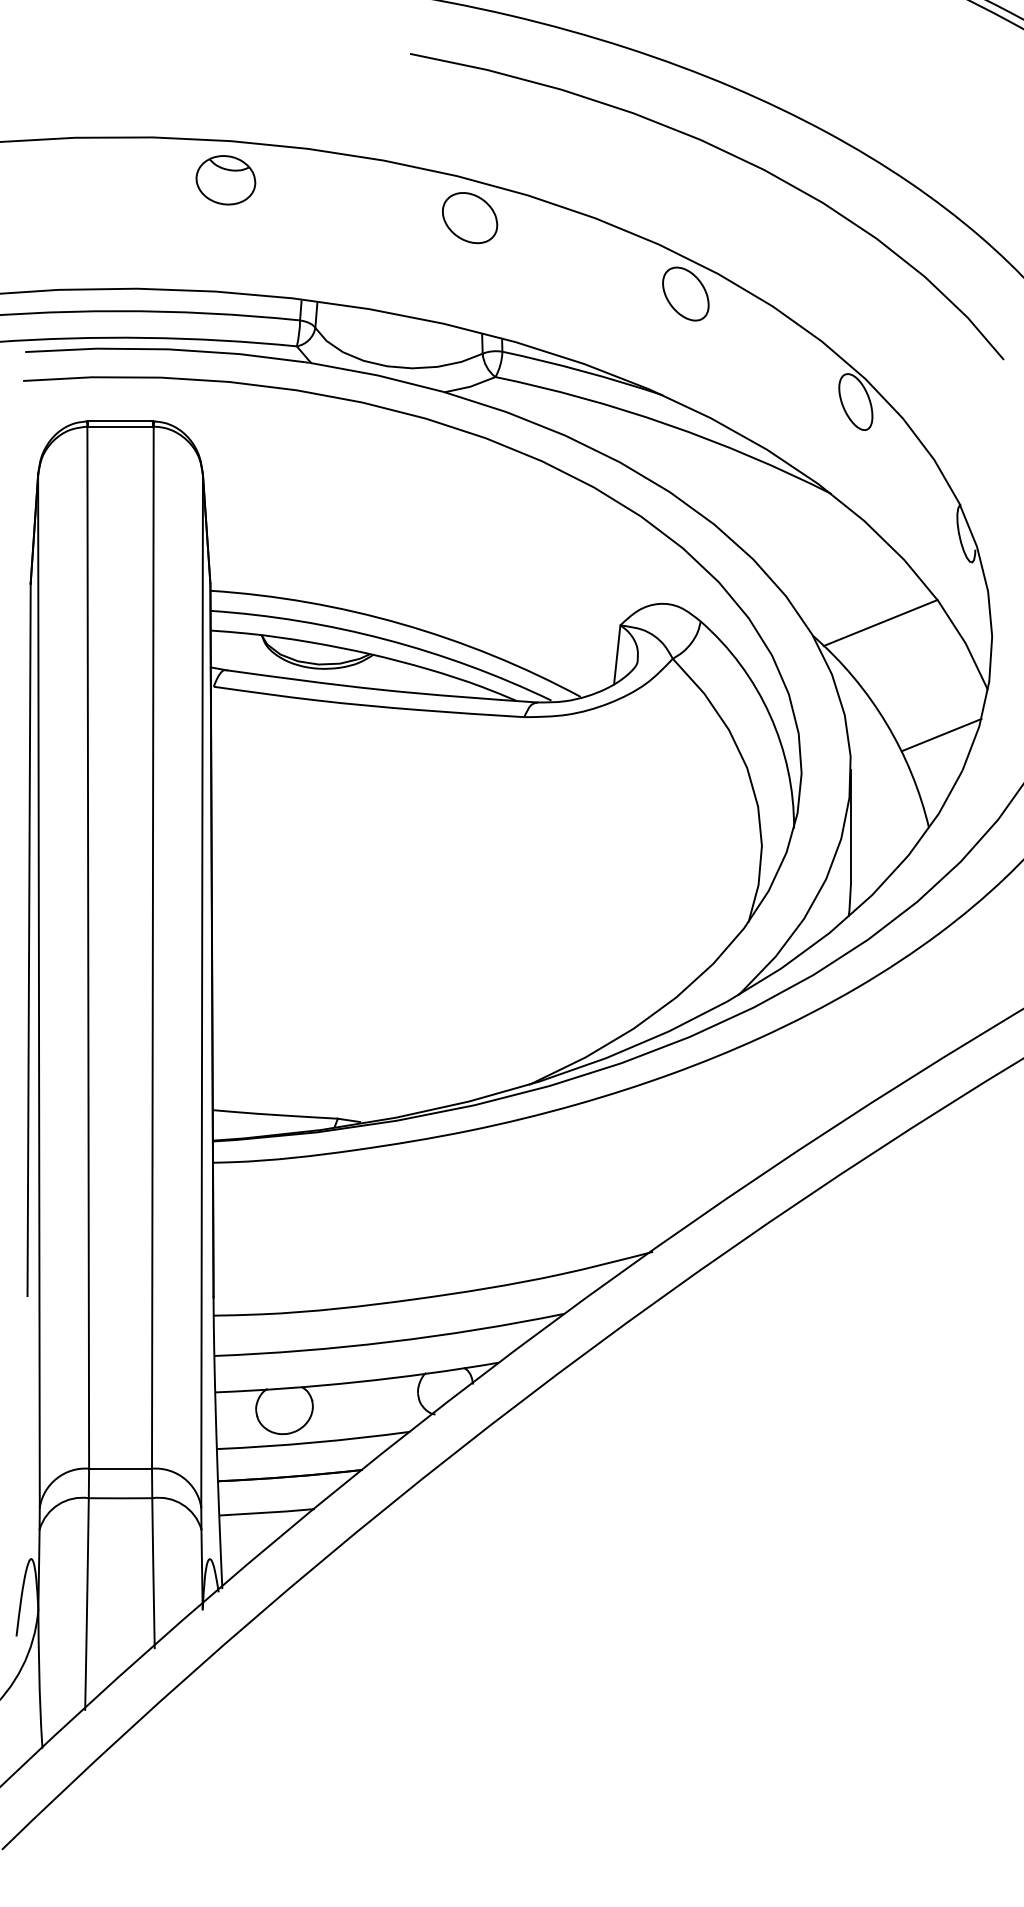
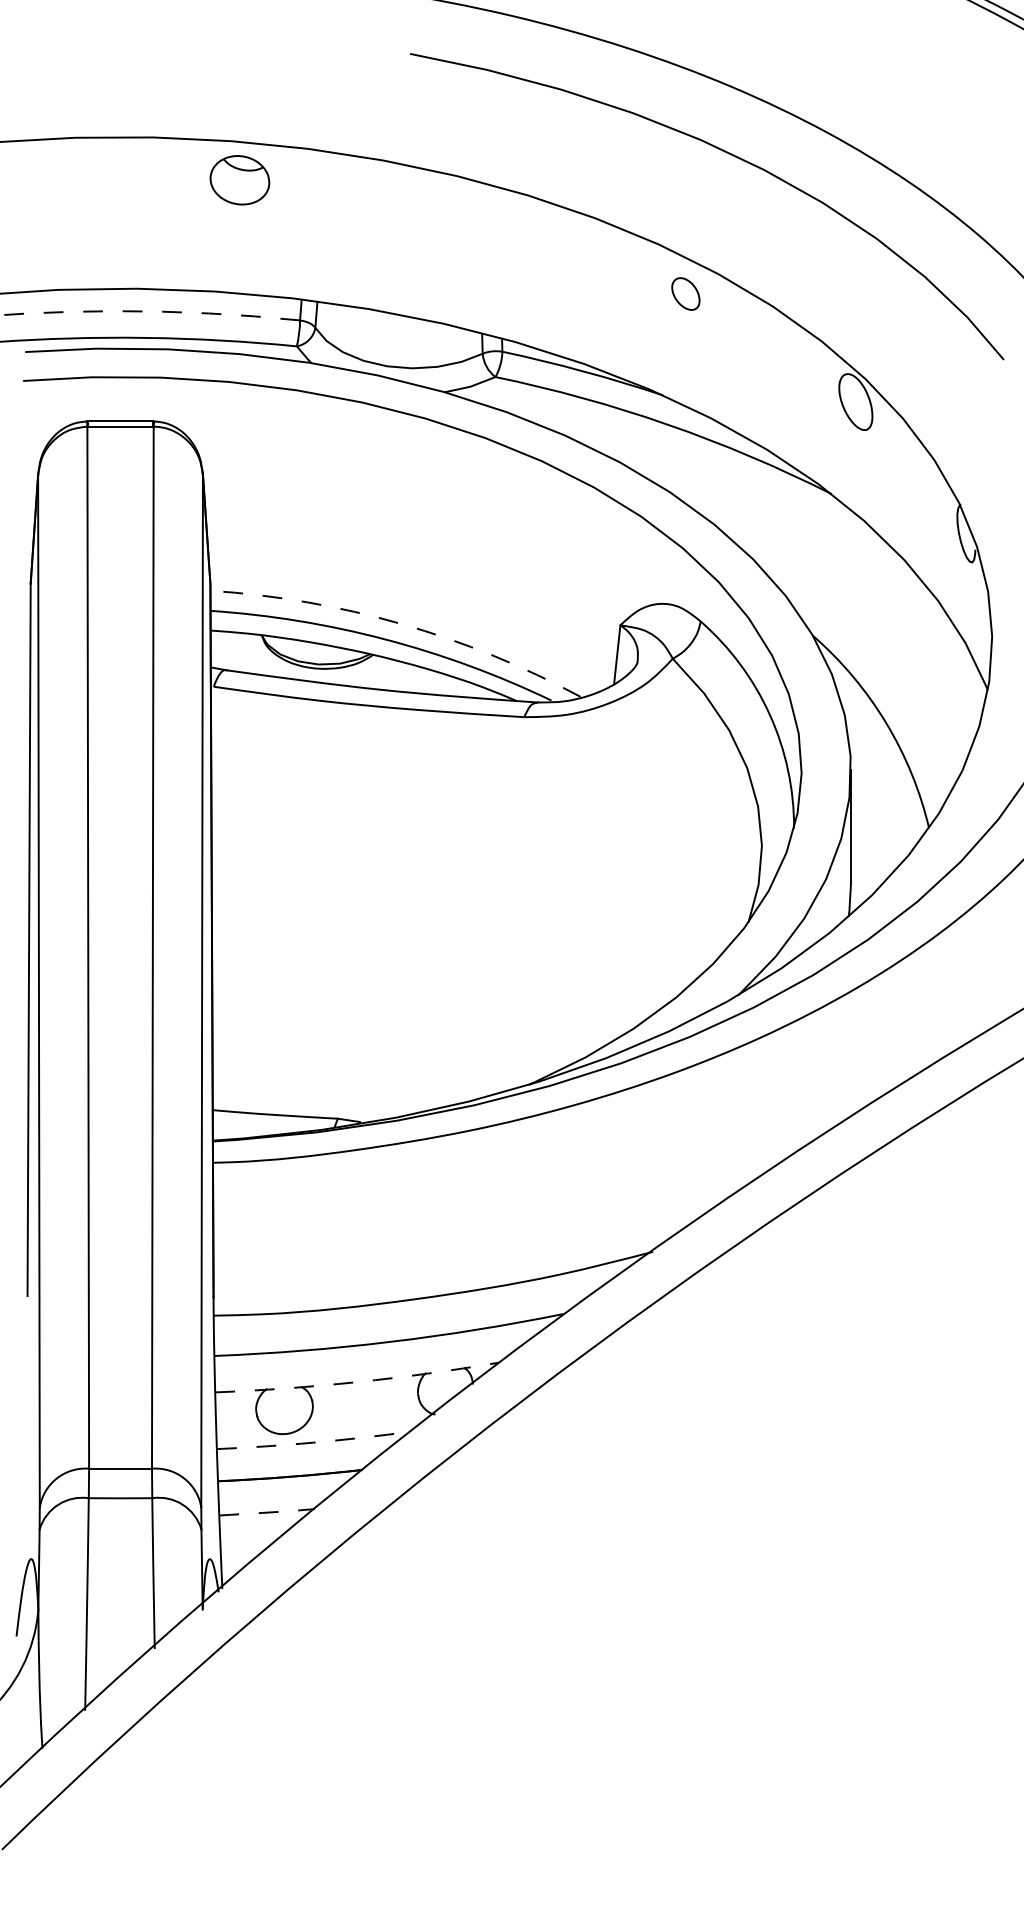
part at (225, 180) position: (225, 180) -> (239, 180)
part at (470, 218): present -> none
part at (685, 293) size: 48x56 px -> 30x34 px
arc at (149, 311): solid -> dashed
arc at (401, 623): solid -> dashed
line at (880, 623): present -> none
line at (941, 735): present -> none
arc at (357, 1382): solid -> dashed
arc at (313, 1442): solid -> dashed
line at (268, 1512): solid -> dashed
